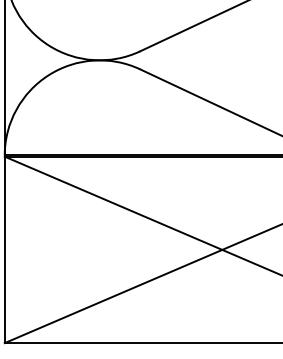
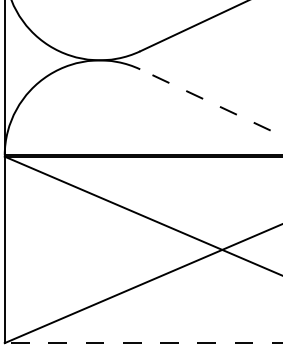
line at (211, 102): solid -> dashed
line at (143, 343): solid -> dashed
